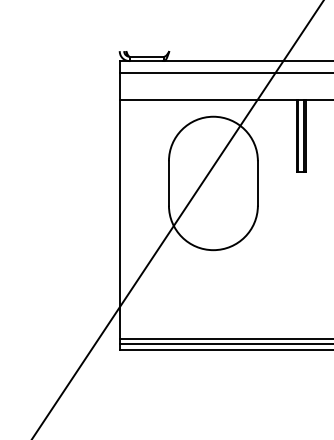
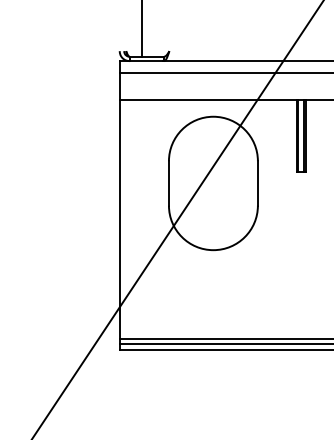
line at (141, 29): none -> present
